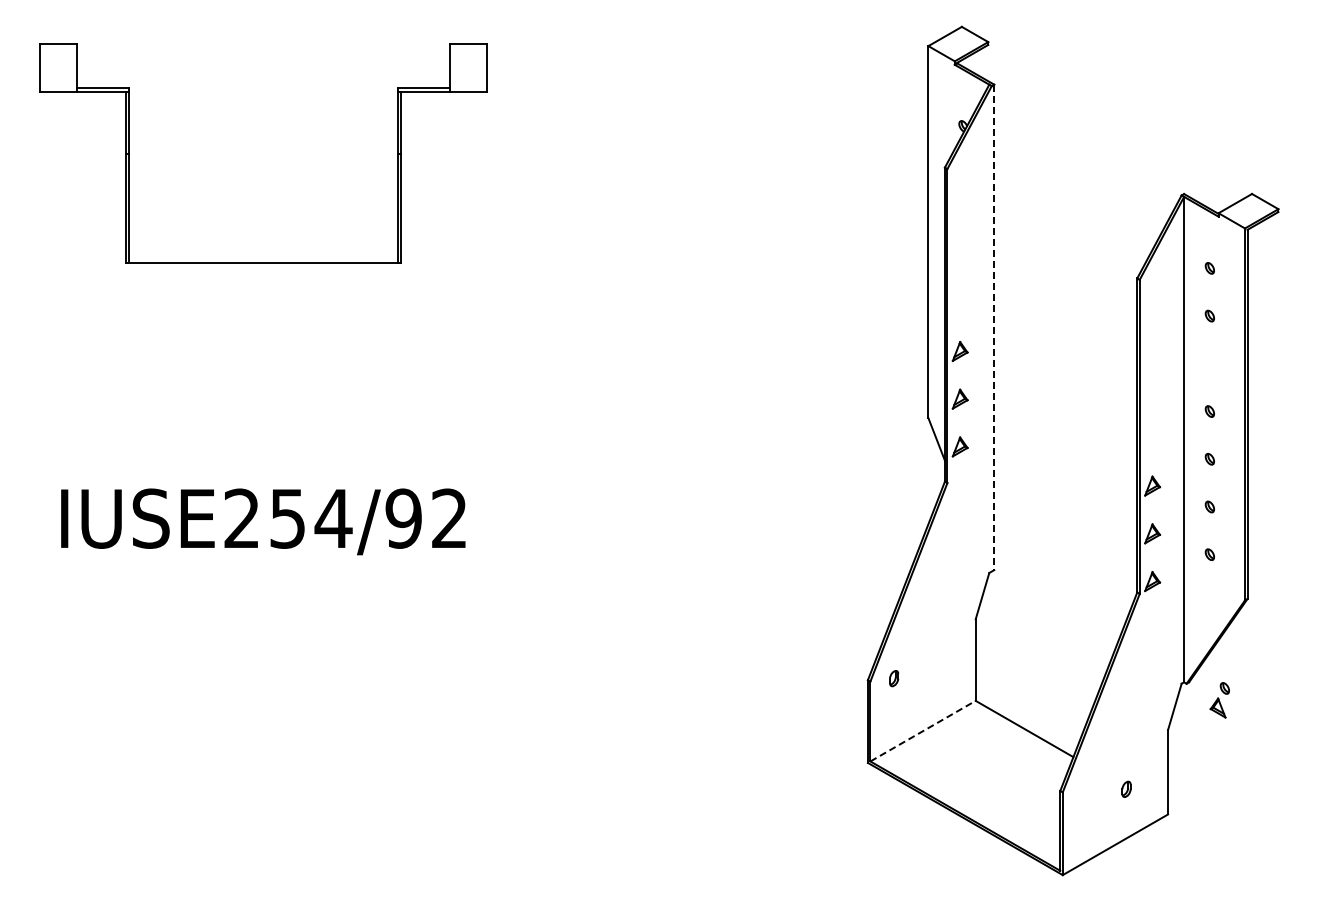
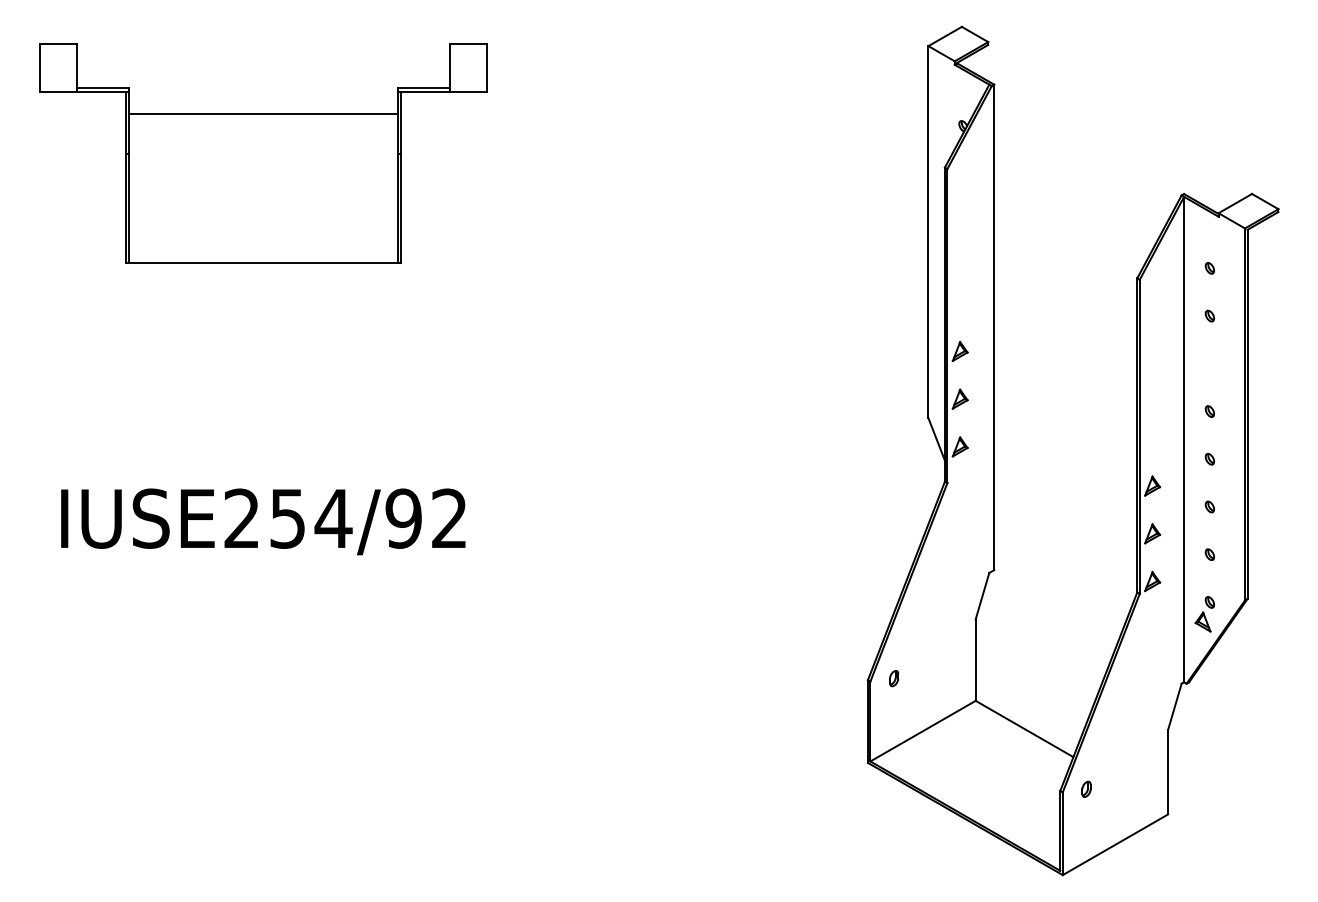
line at (263, 114): none -> present
line at (994, 327): dashed -> solid
part at (1219, 700) position: (1219, 700) -> (1204, 614)
line at (923, 731): dashed -> solid
part at (1126, 788) position: (1126, 788) -> (1086, 788)
